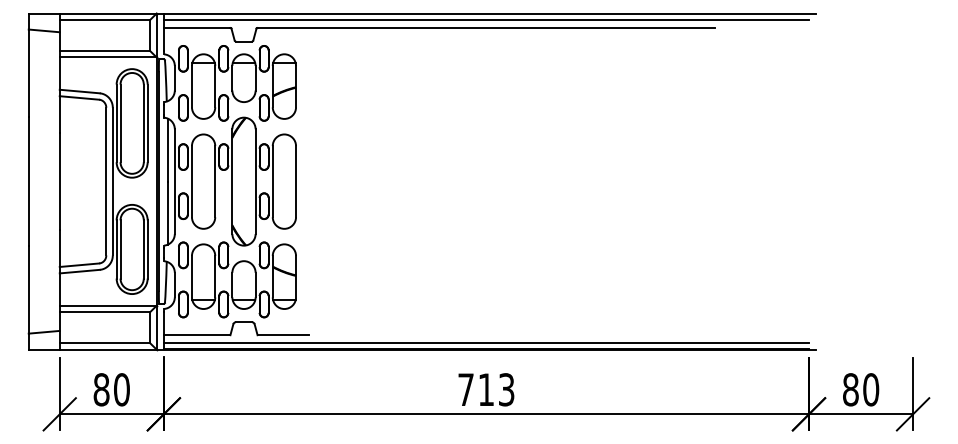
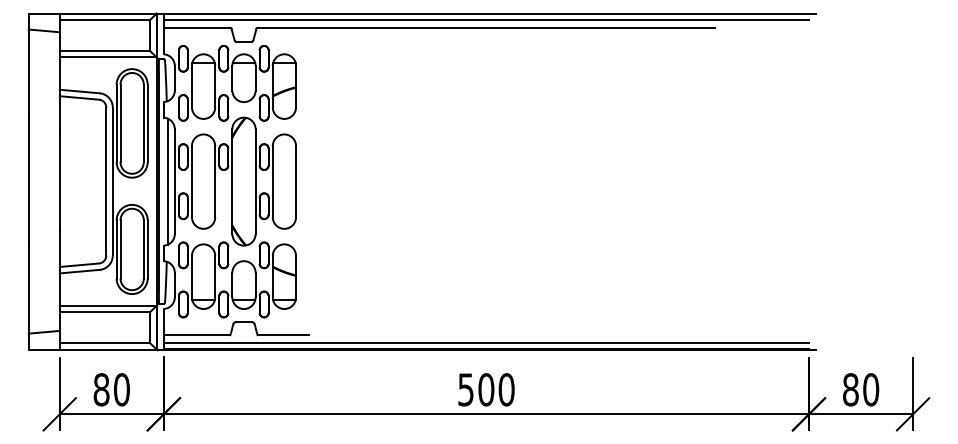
text at (486, 389): 713 -> 500
